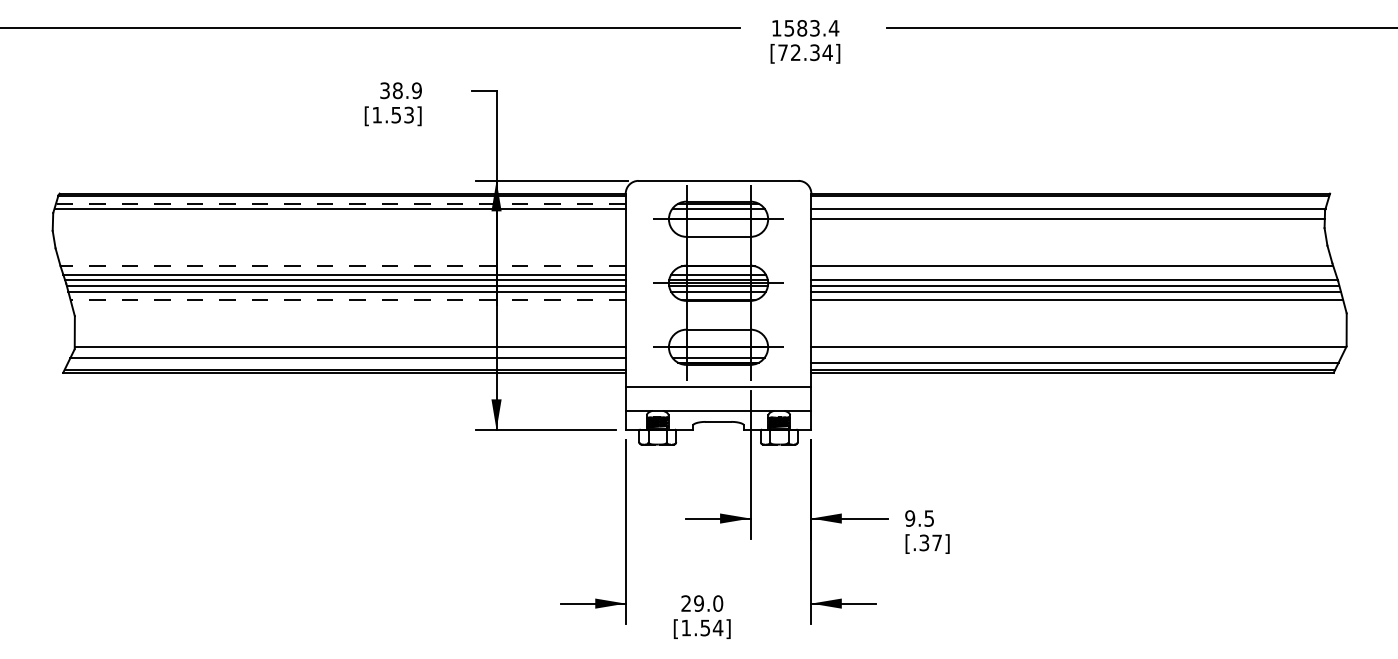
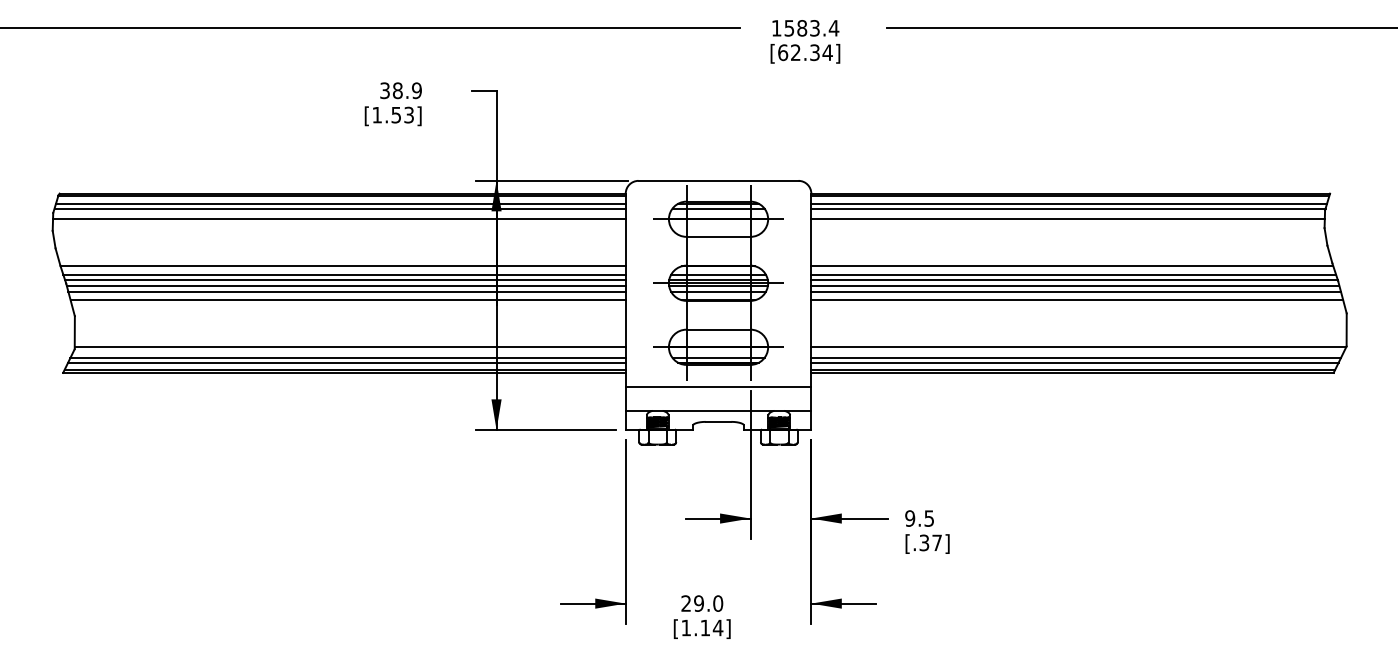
text at (783, 52): [72.34] -> [62.34]
line at (340, 203): dashed -> solid
line at (1069, 203): none -> present
line at (339, 219): none -> present
line at (343, 266): dashed -> solid
line at (1073, 274): none -> present
line at (348, 300): dashed -> solid
line at (1075, 357): none -> present
line at (346, 362): none -> present
text at (704, 627): [1.54] -> [1.14]
